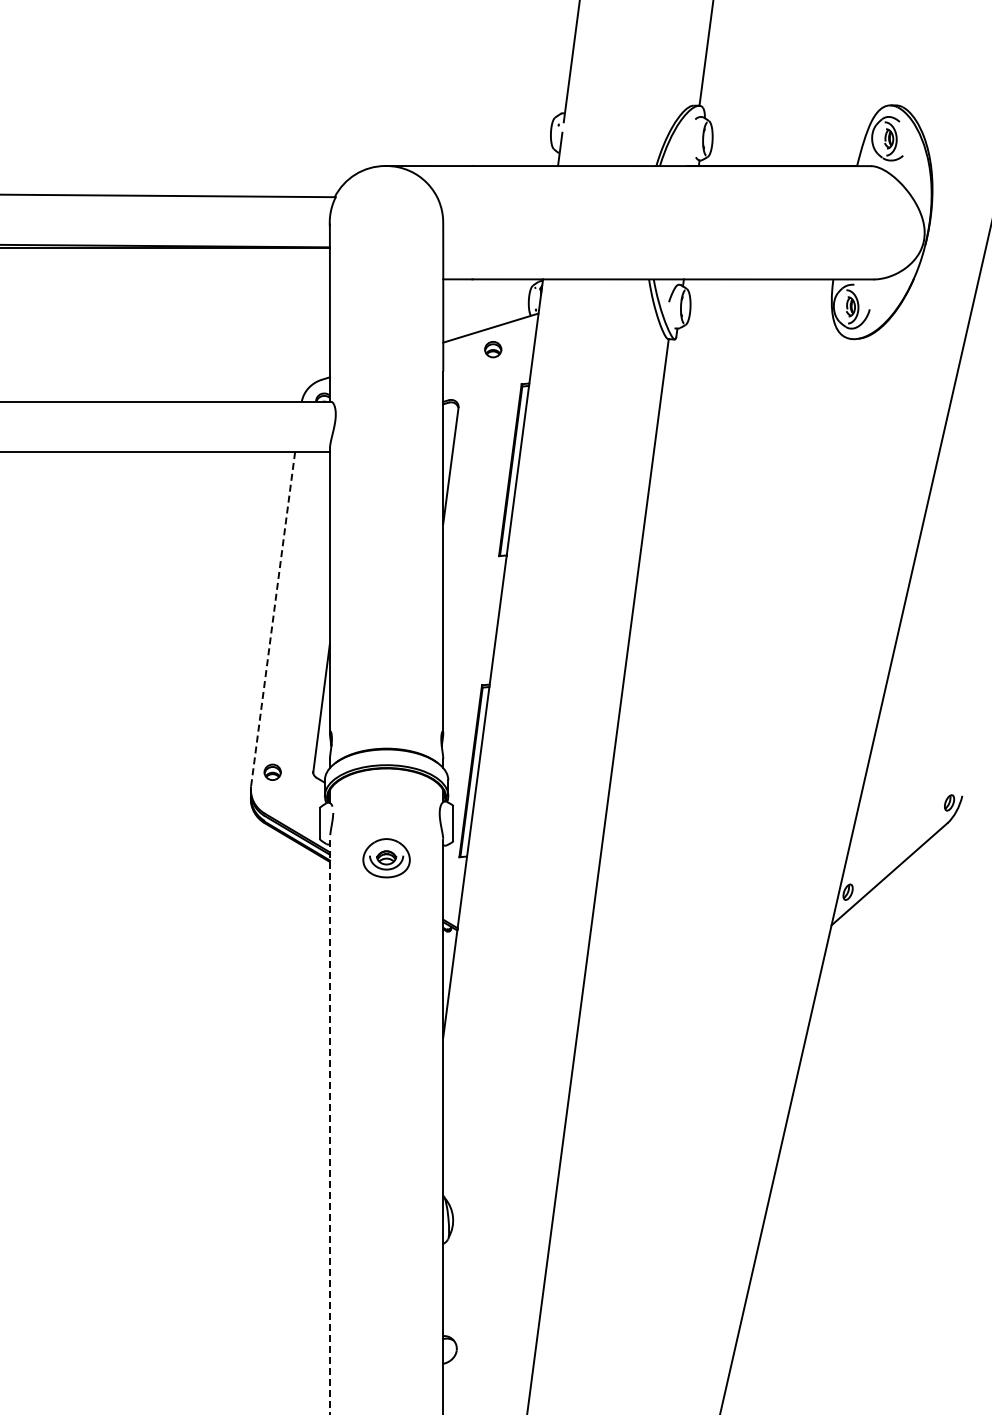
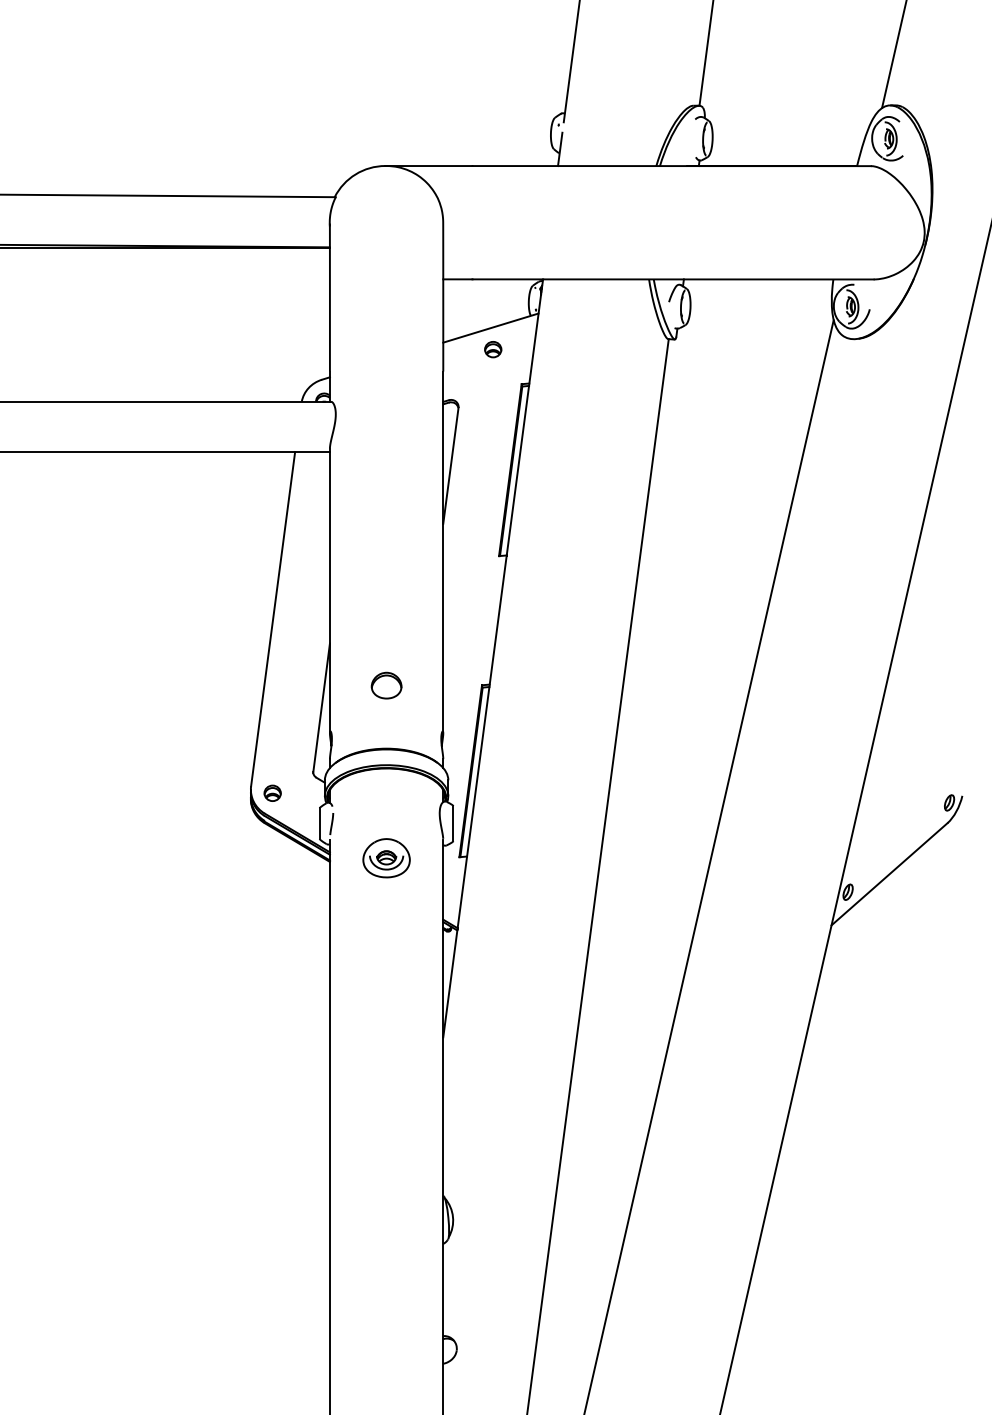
line at (894, 54): none -> present
line at (273, 619): dashed -> solid
part at (386, 685): none -> present
part at (272, 771) position: (272, 771) -> (272, 792)
line at (709, 865): none -> present
line at (329, 1126): dashed -> solid
